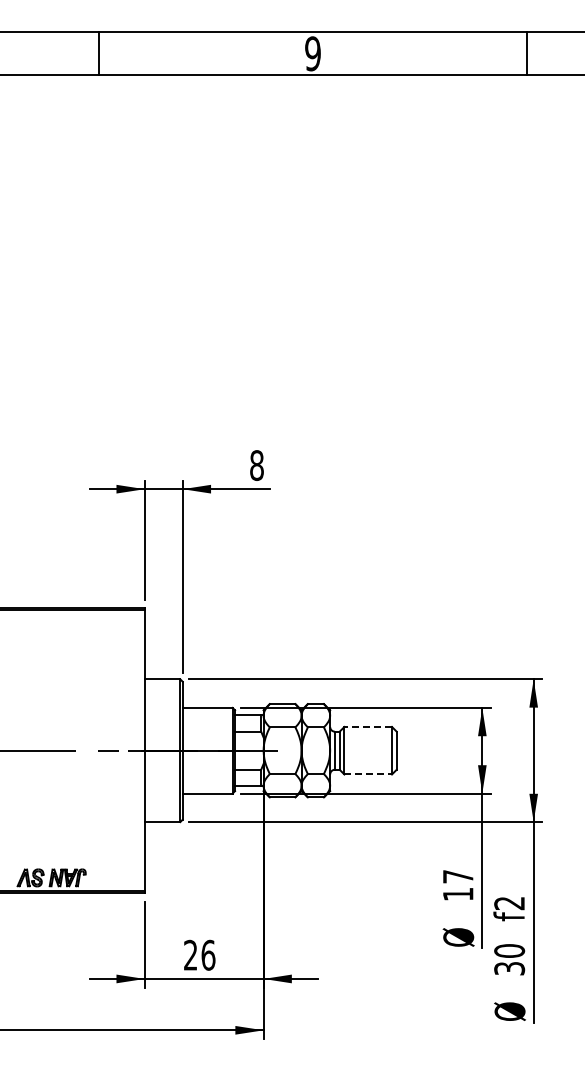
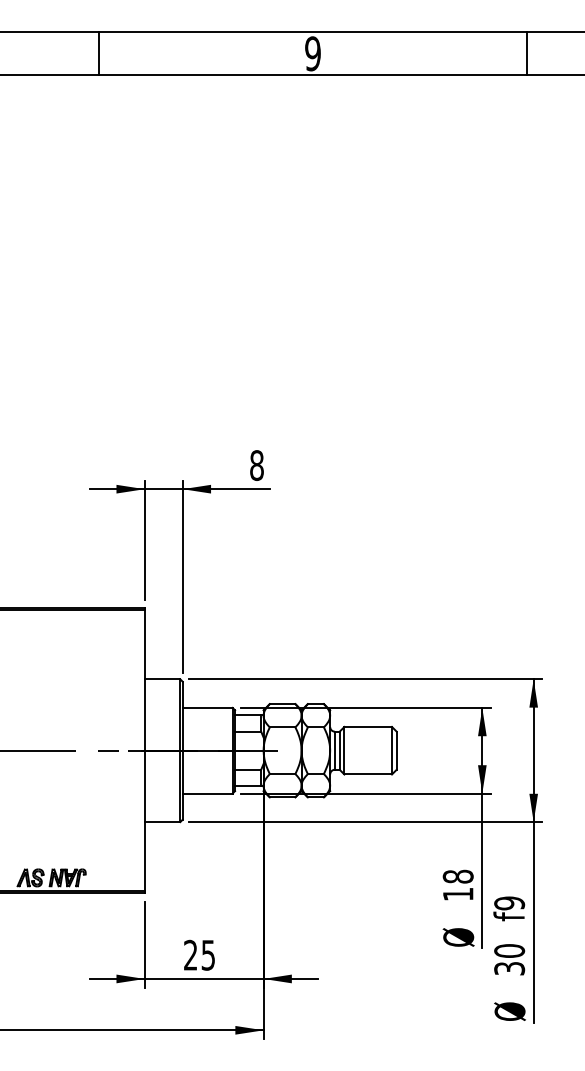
line at (368, 726): dashed -> solid
line at (368, 774): dashed -> solid
text at (457, 876): 17 -> 18
text at (509, 903): f2 -> f9
text at (208, 954): 26 -> 25
